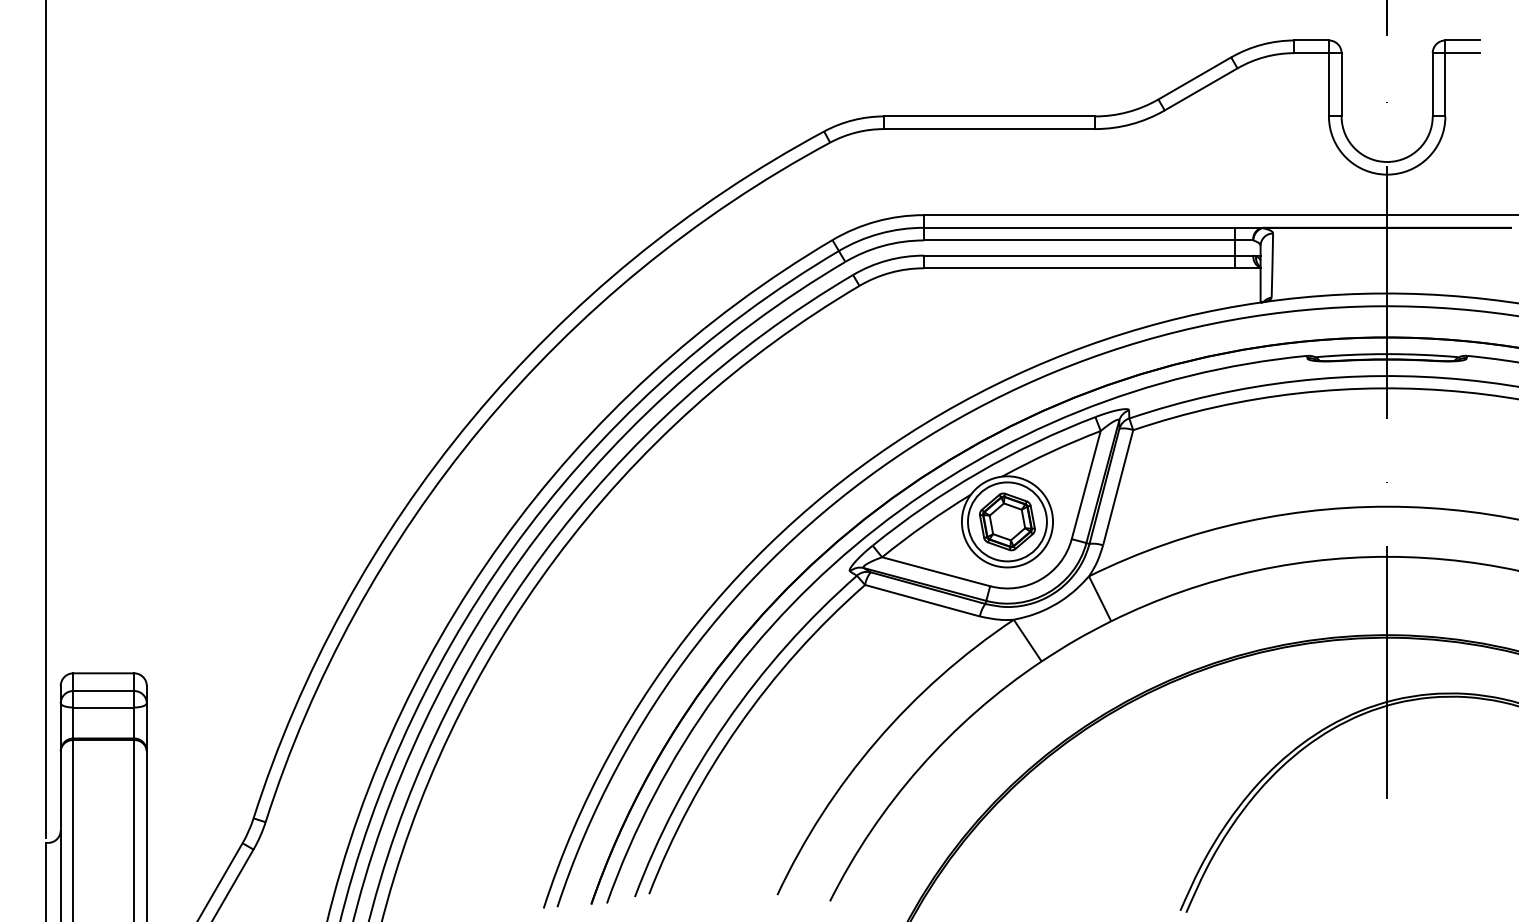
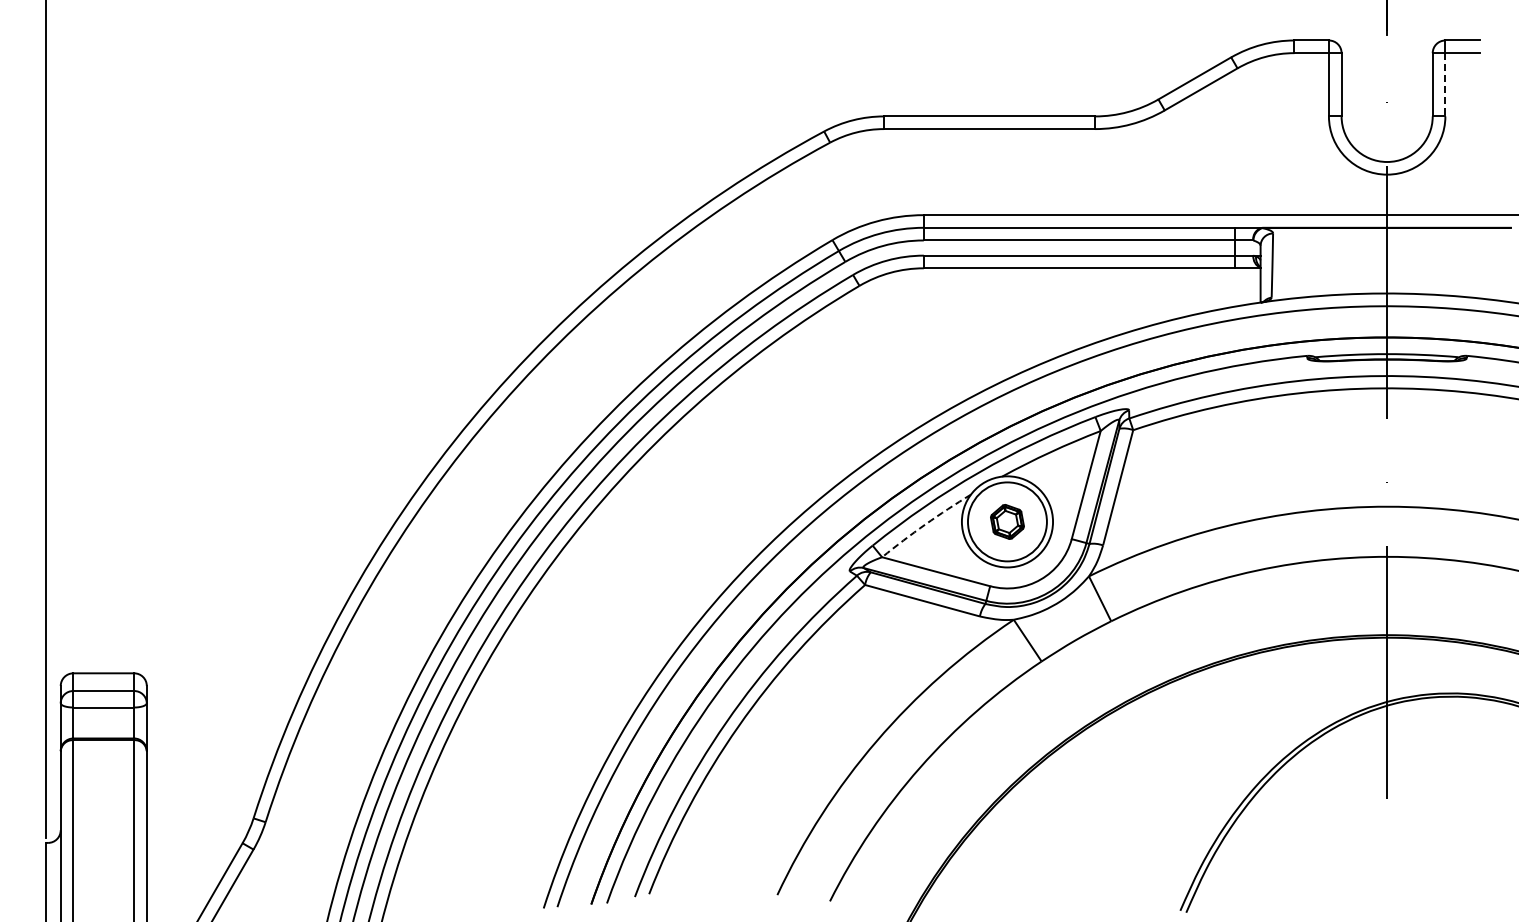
line at (1445, 84): solid -> dashed
part at (1007, 521) size: 57x60 px -> 35x36 px
arc at (925, 524): solid -> dashed
